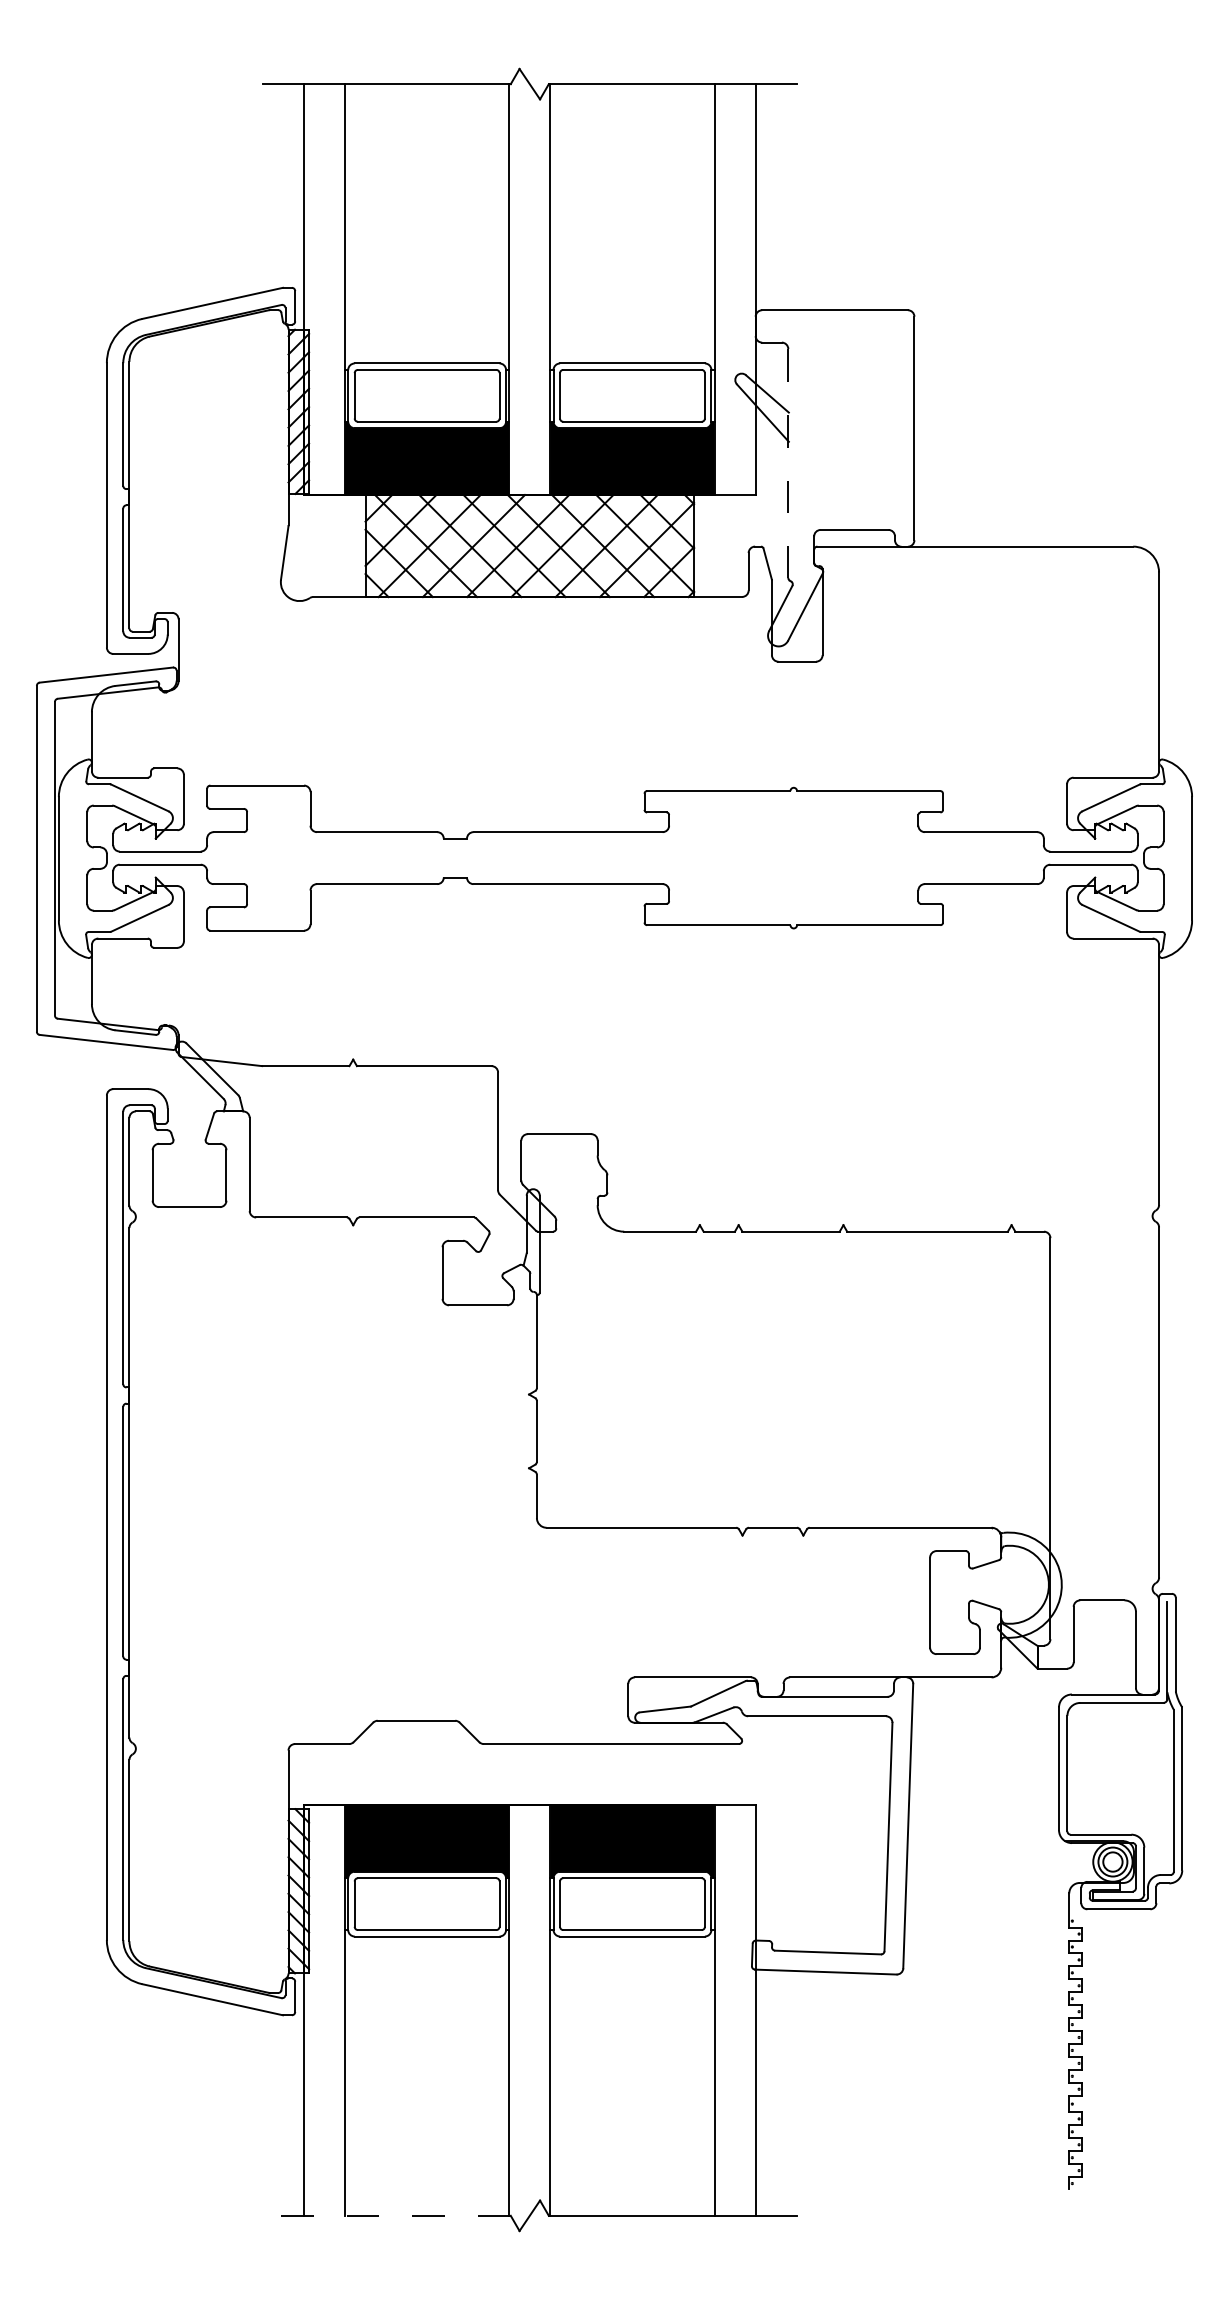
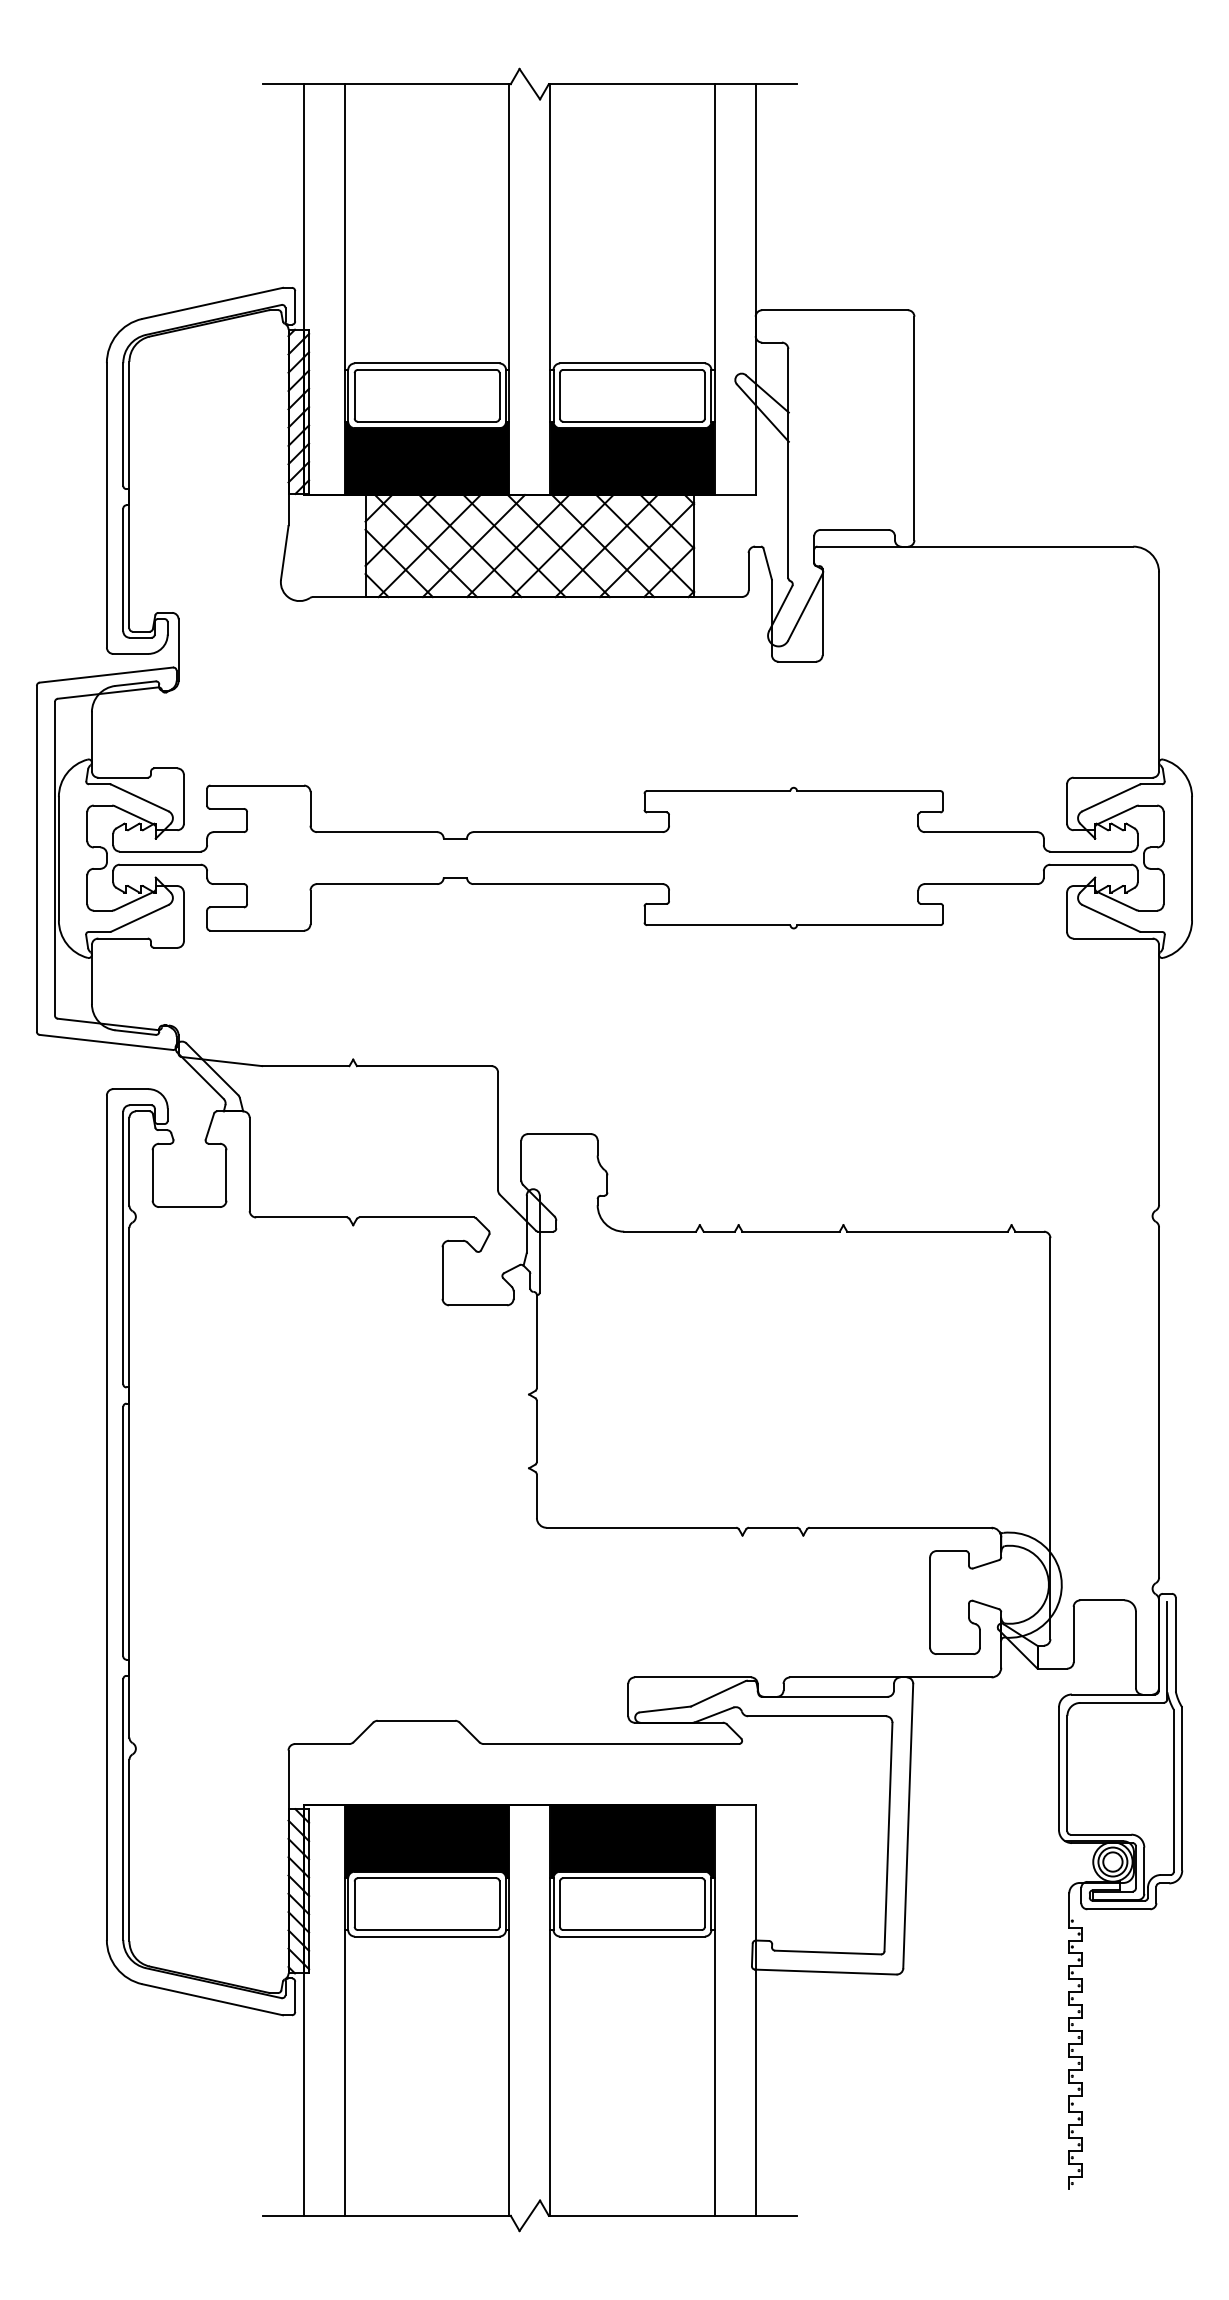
line at (788, 464): dashed -> solid
line at (386, 2215): dashed -> solid
